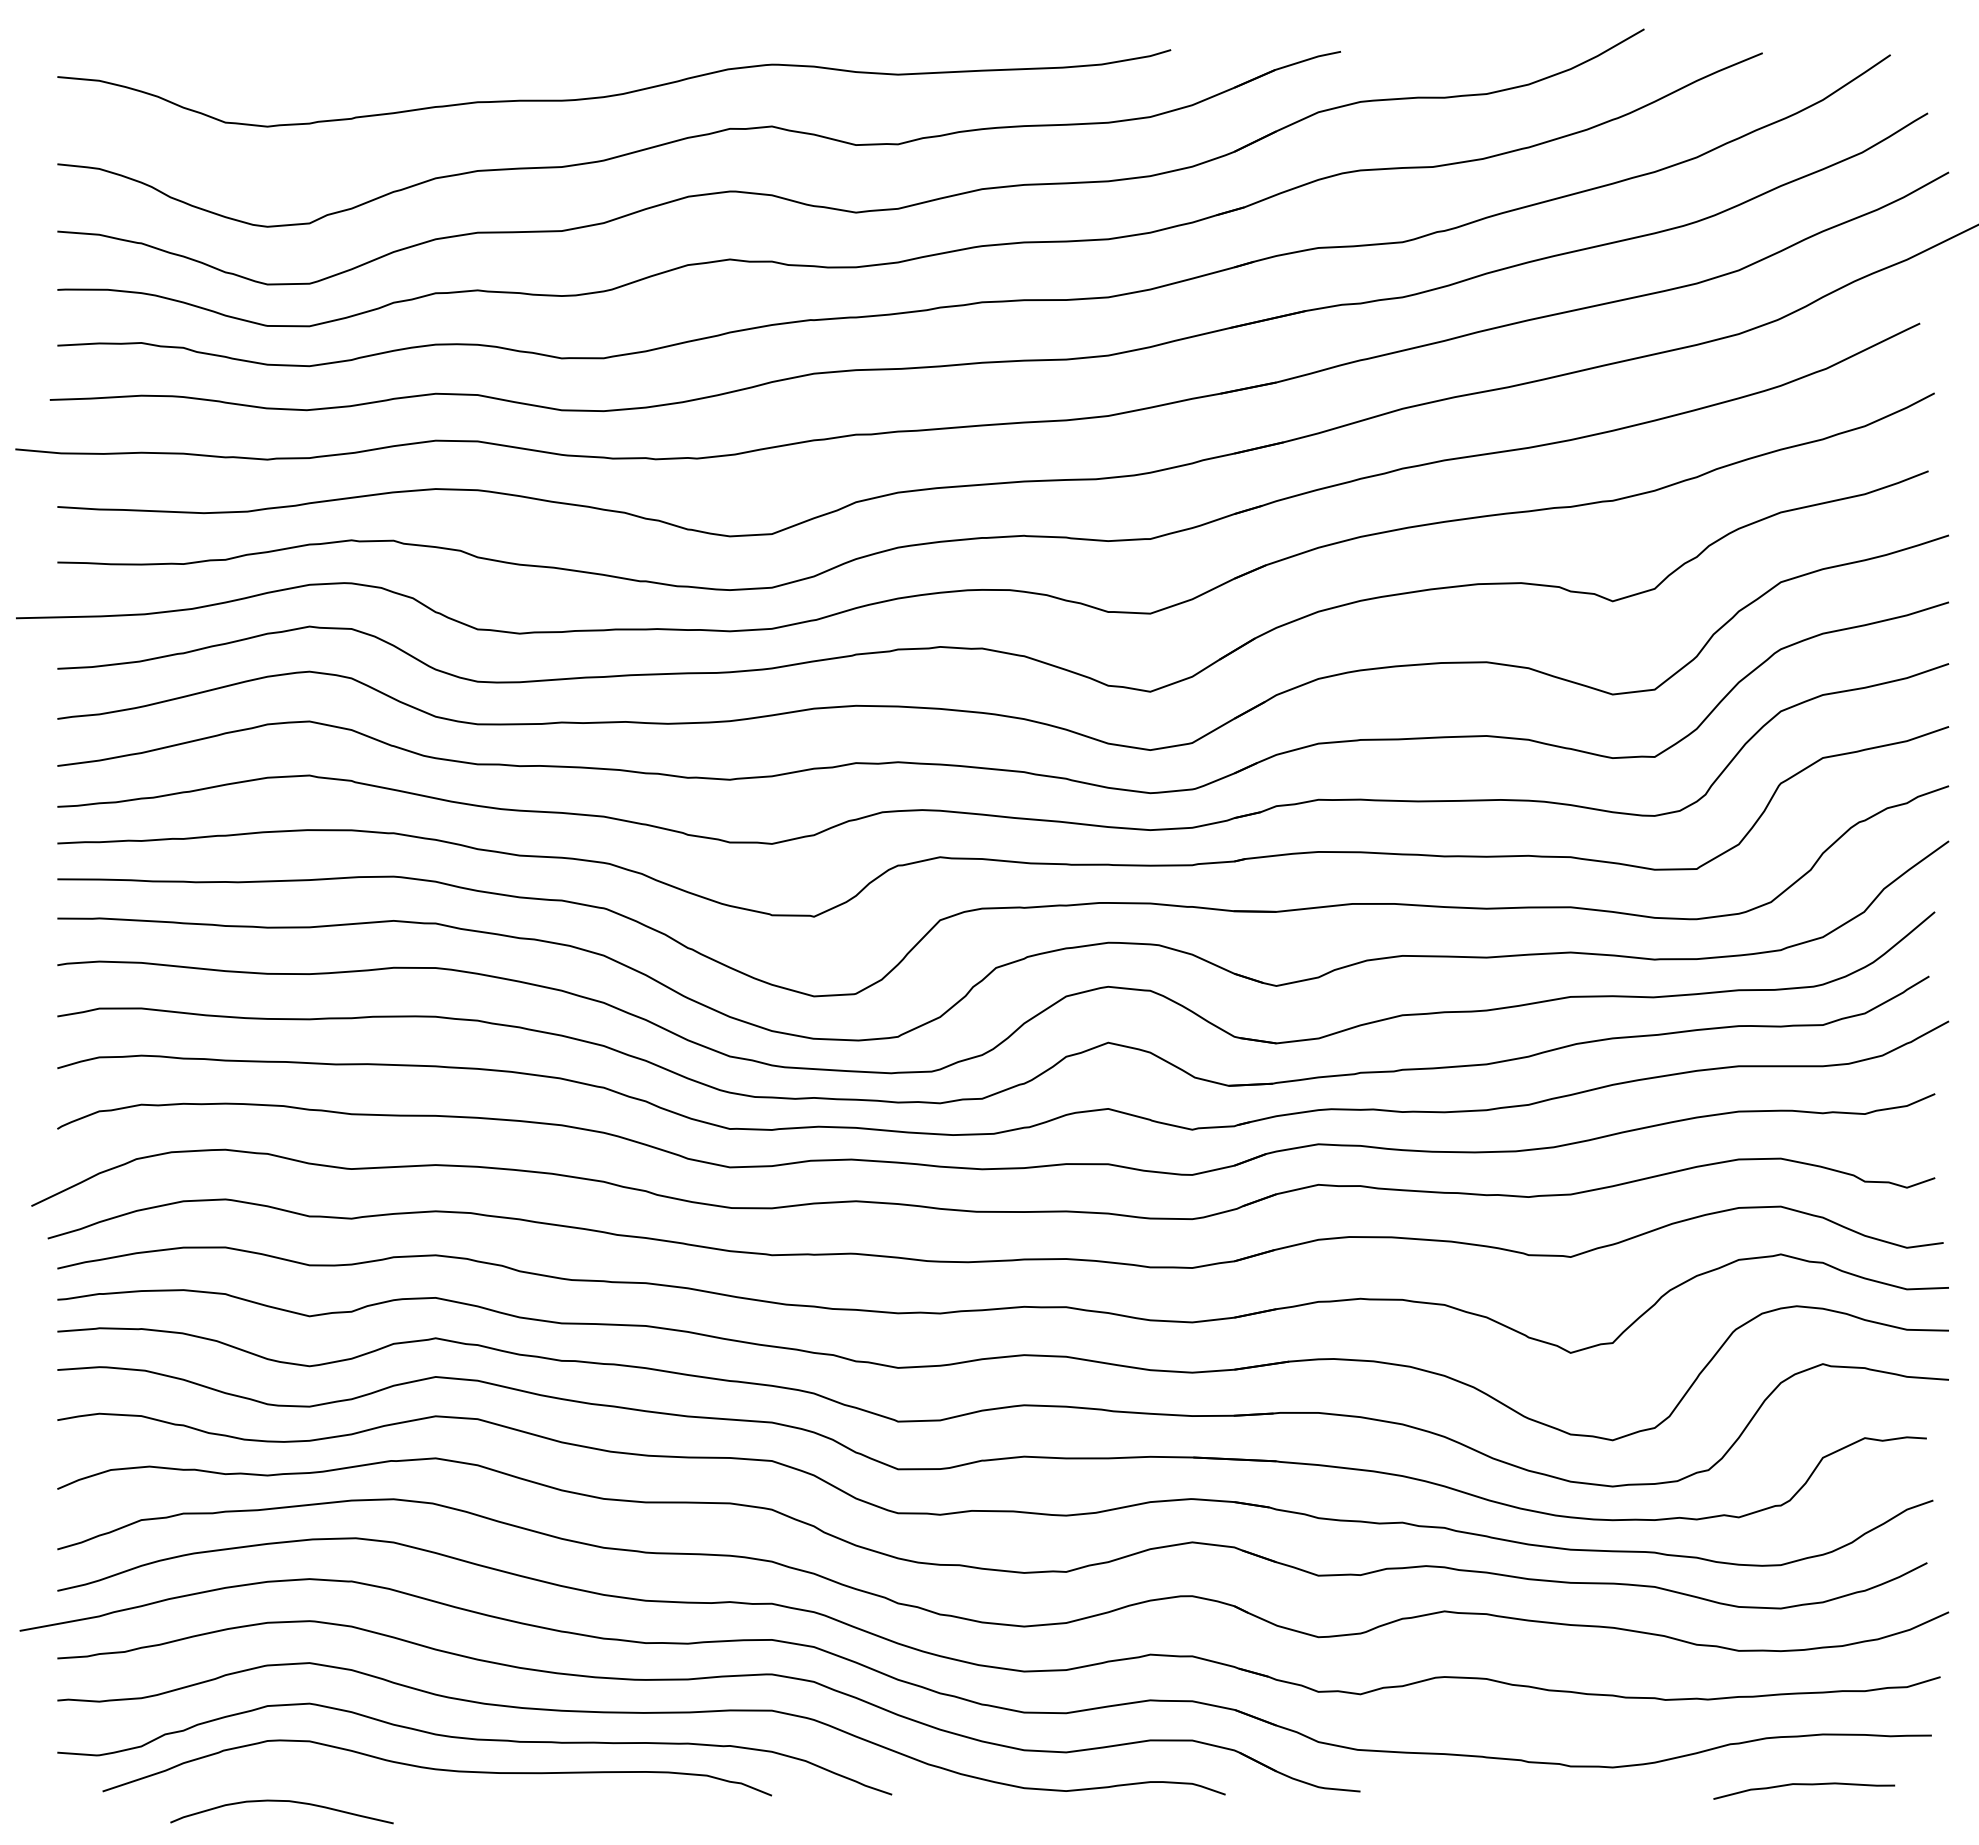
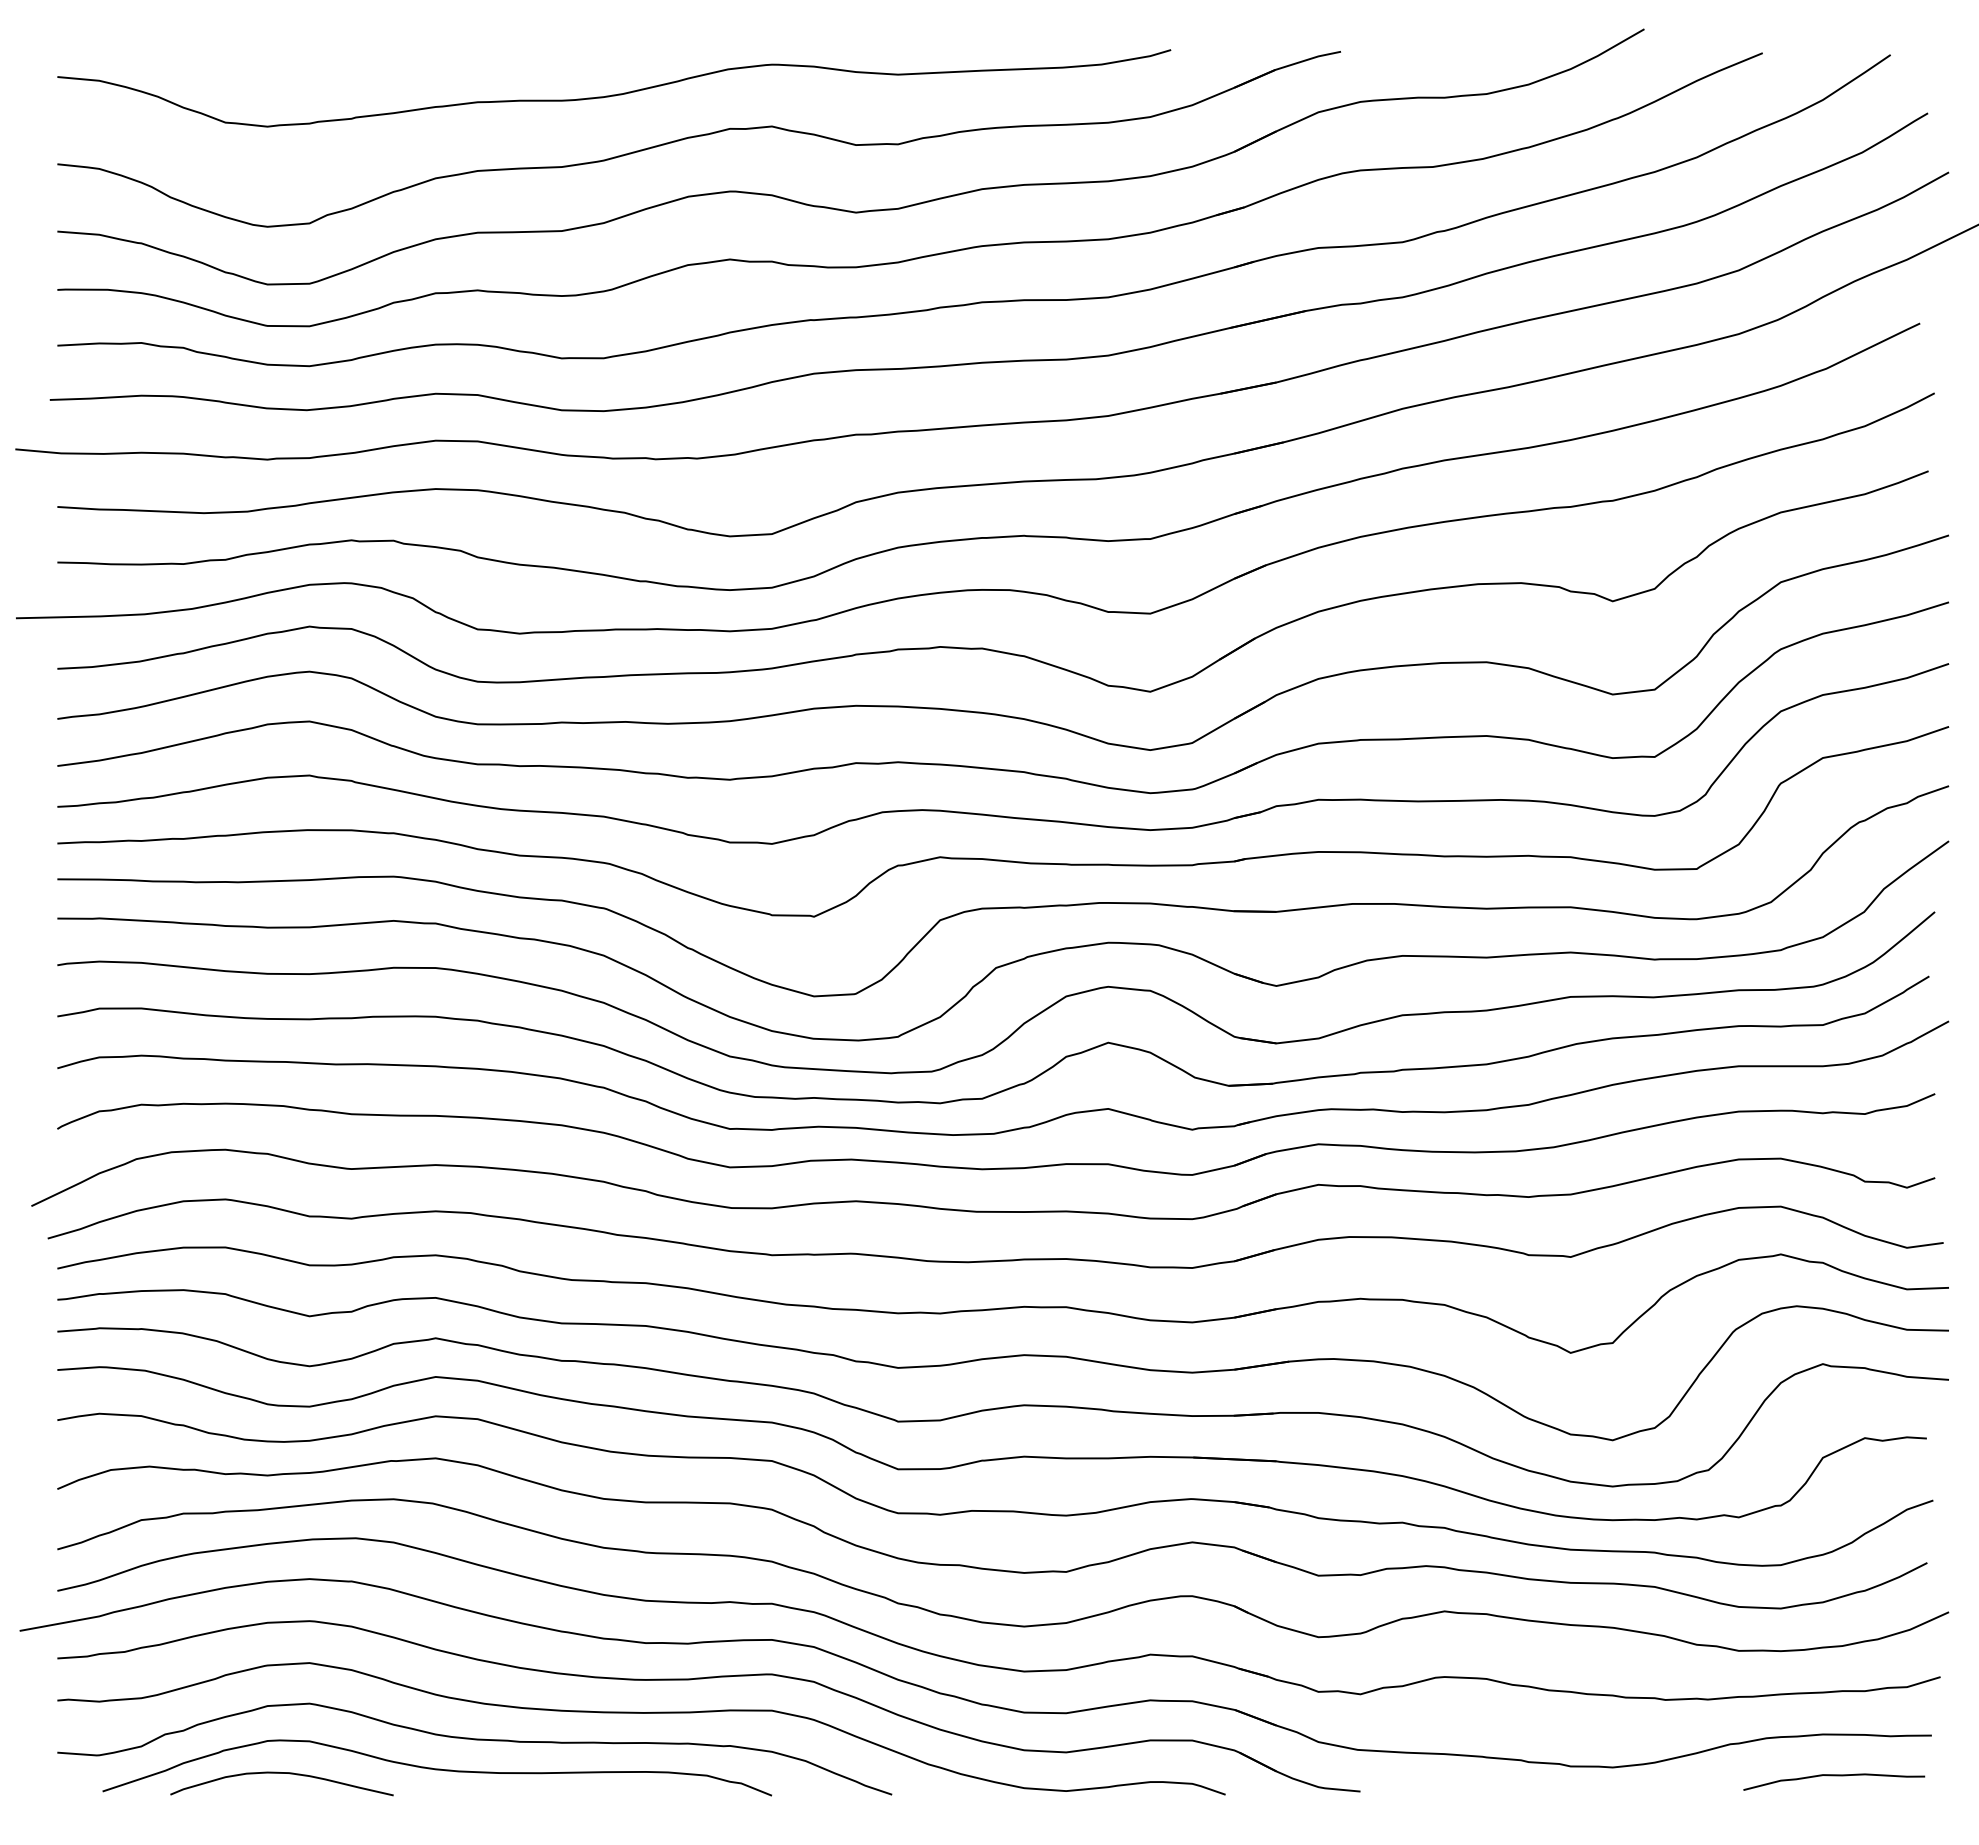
curve at (1804, 1785) position: (1804, 1785) -> (1834, 1776)
curve at (281, 1801) position: (281, 1801) -> (281, 1773)
